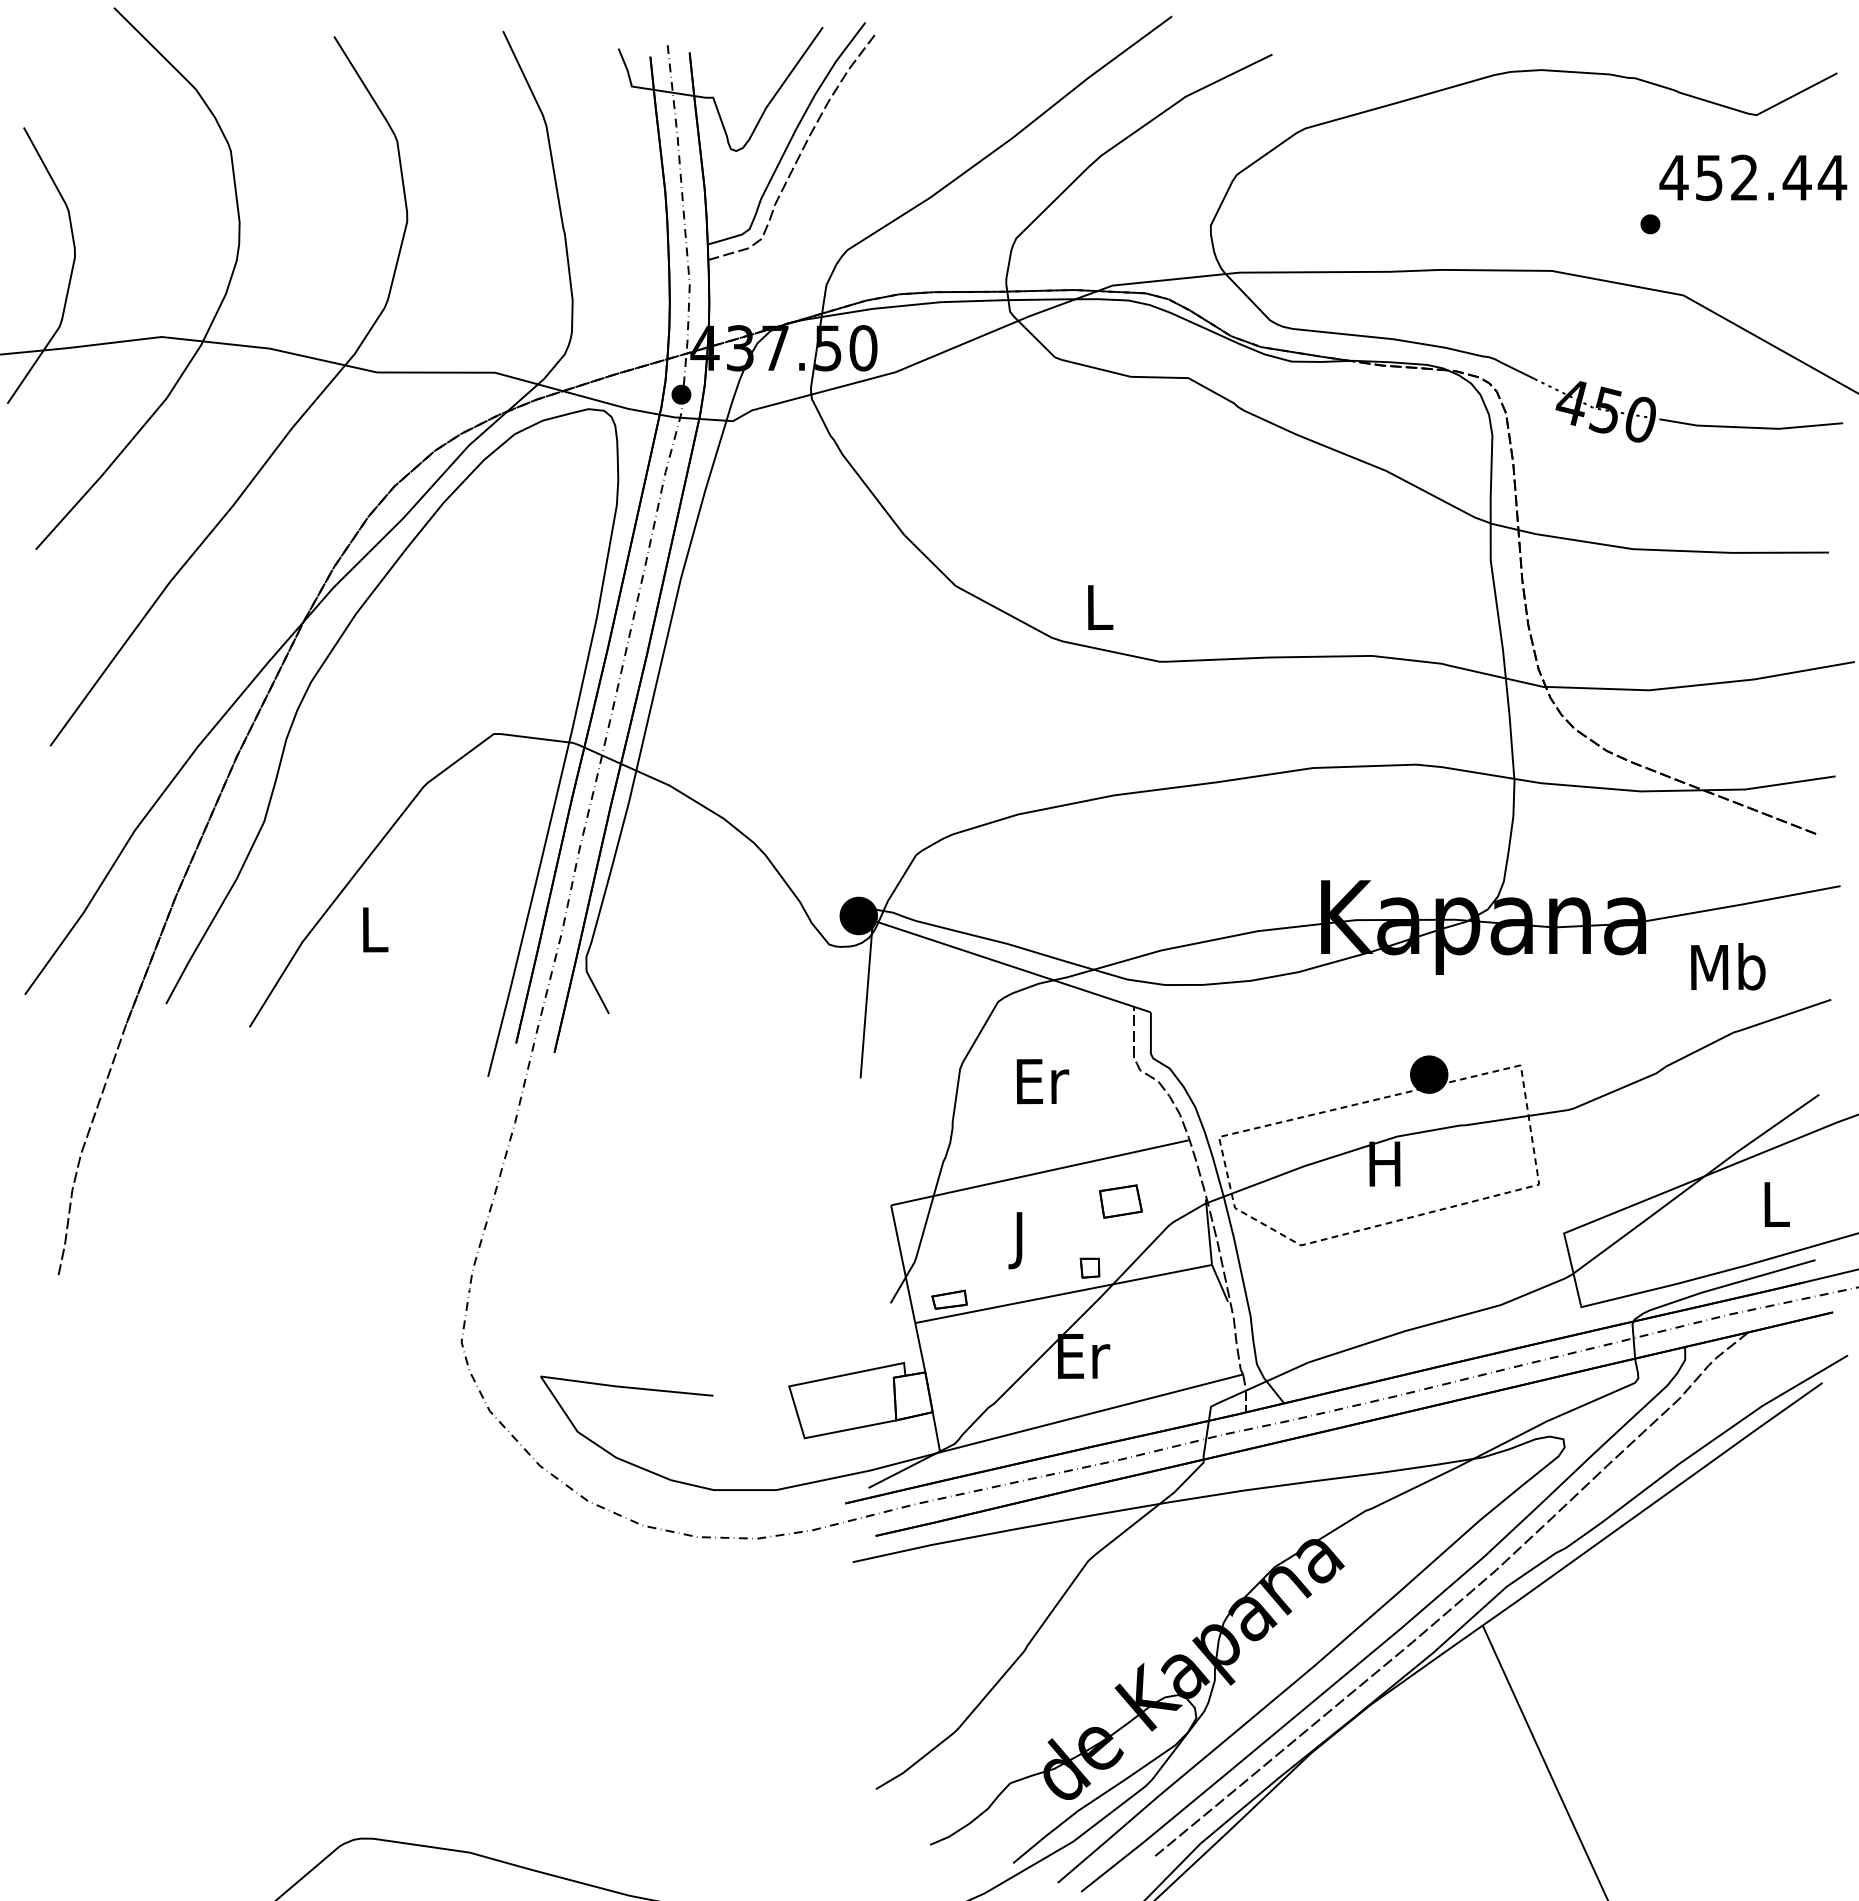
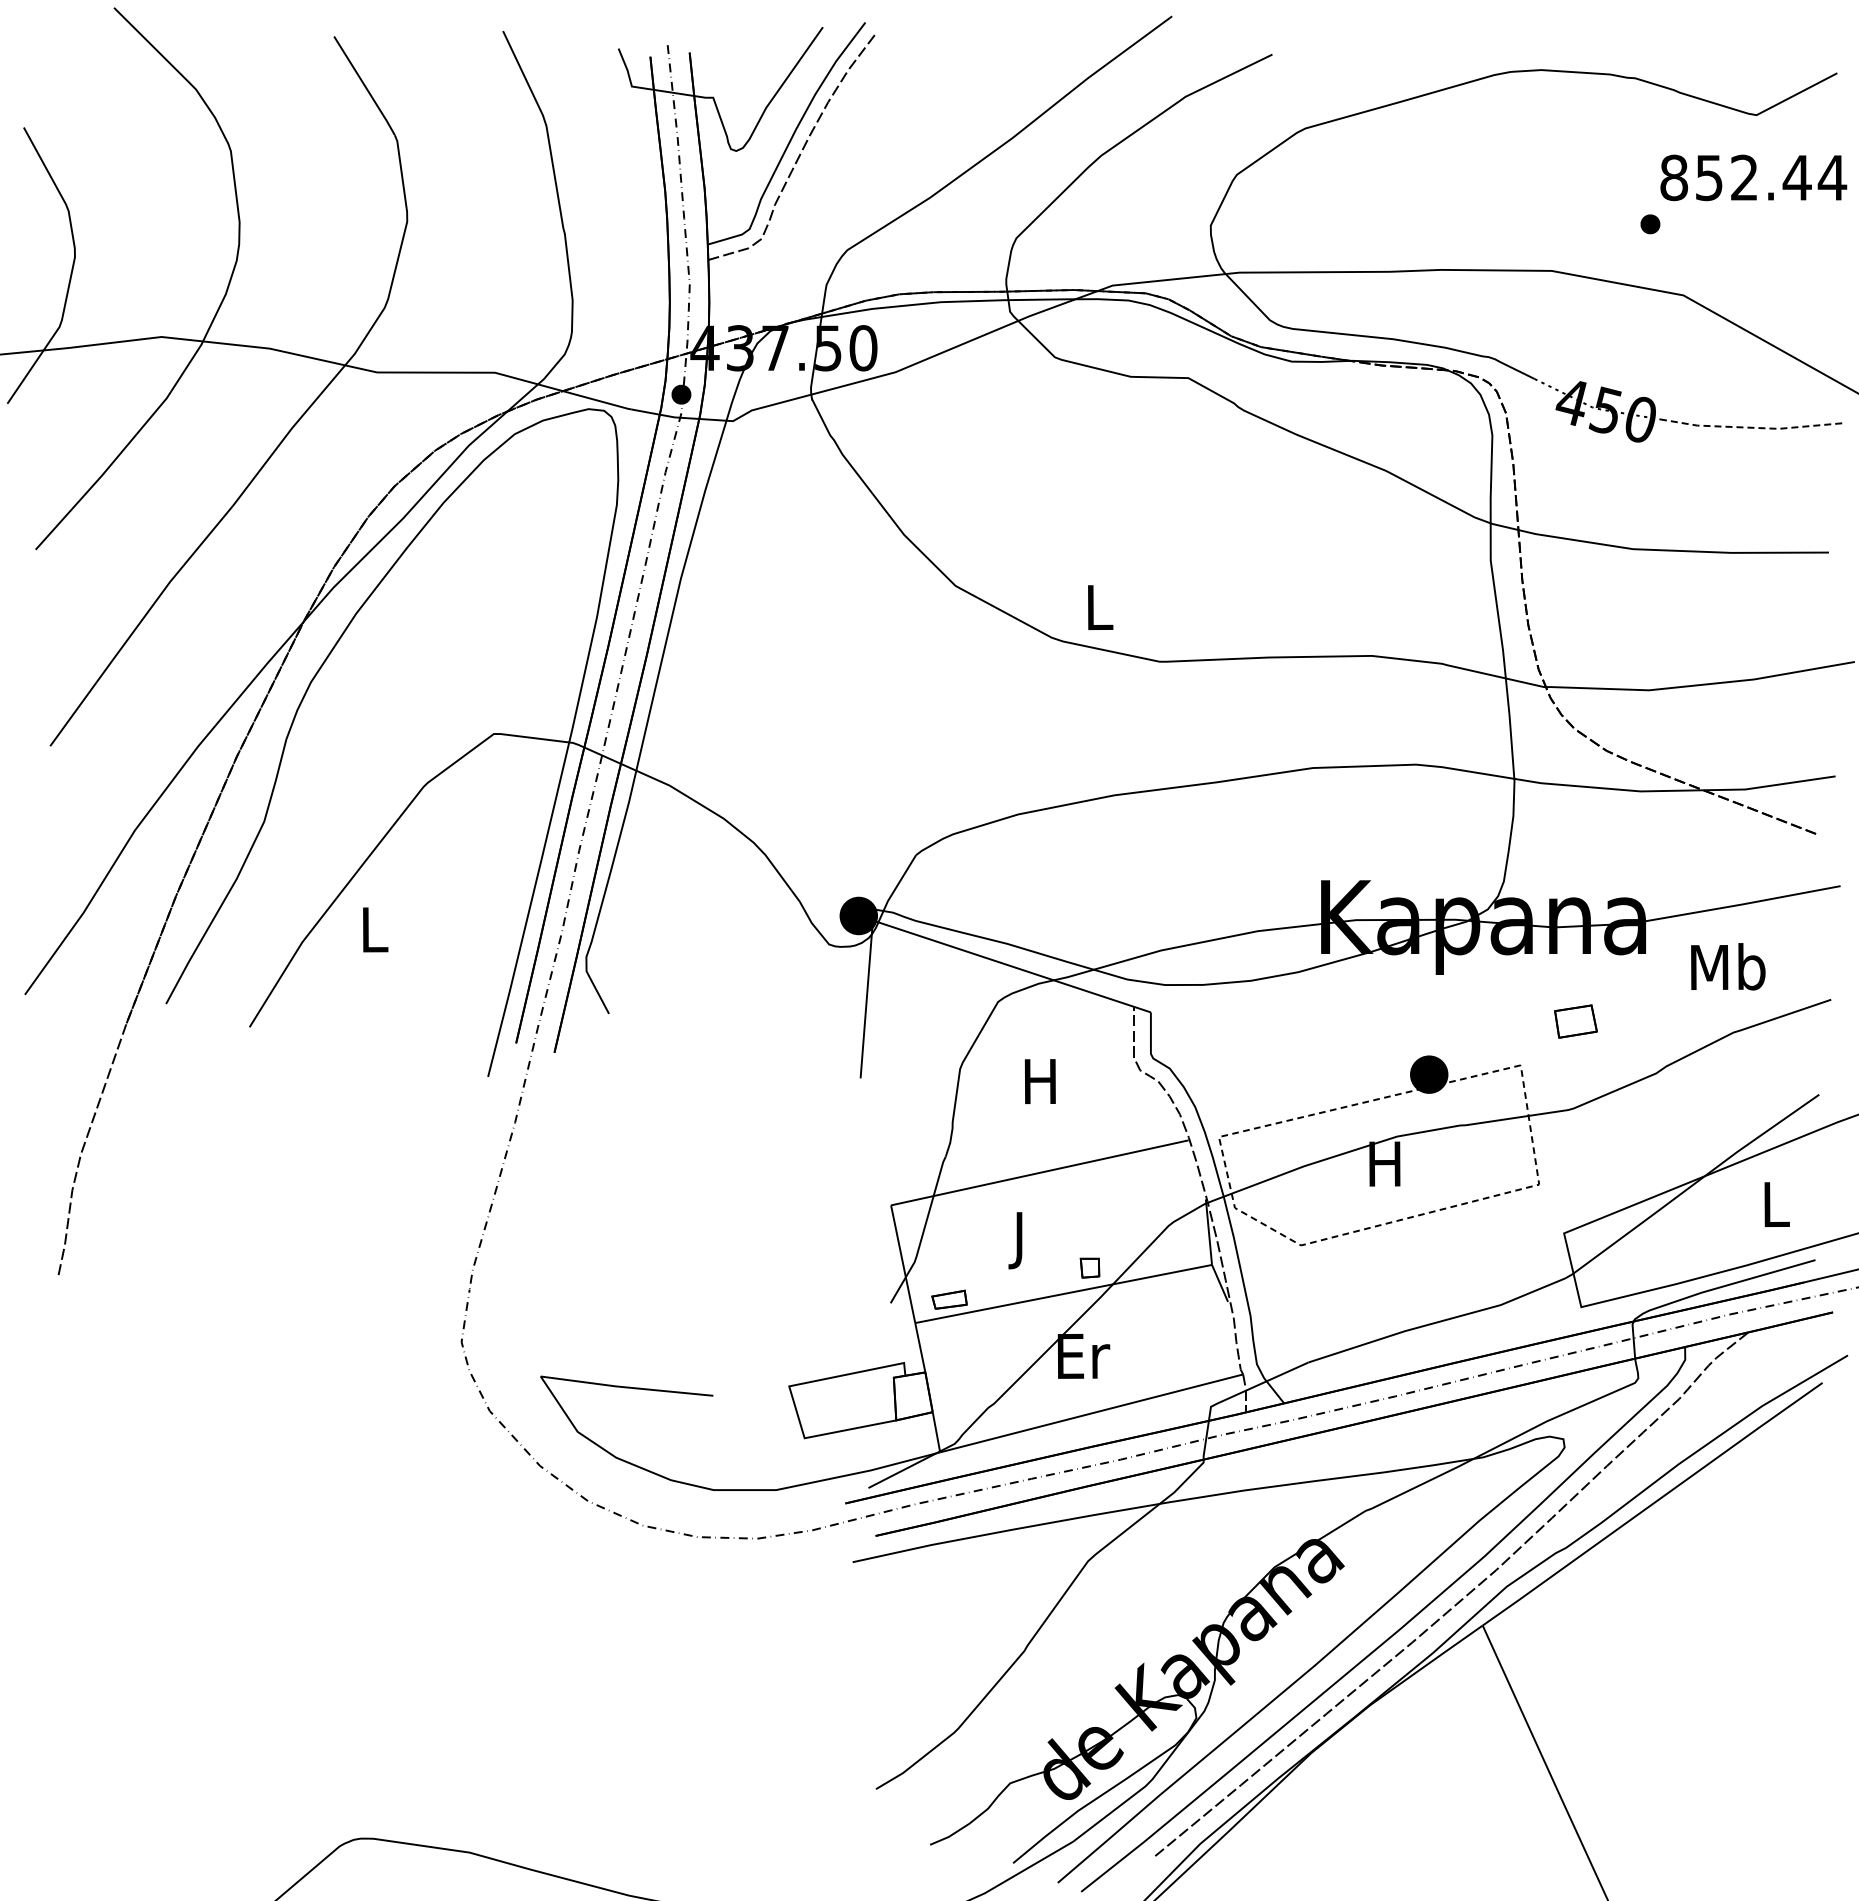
text at (1673, 177): 452.44 -> 852.44
line at (1751, 427): solid -> dashed
text at (1042, 1081): Er -> H
part at (1120, 1201) position: (1120, 1201) -> (1575, 1021)
